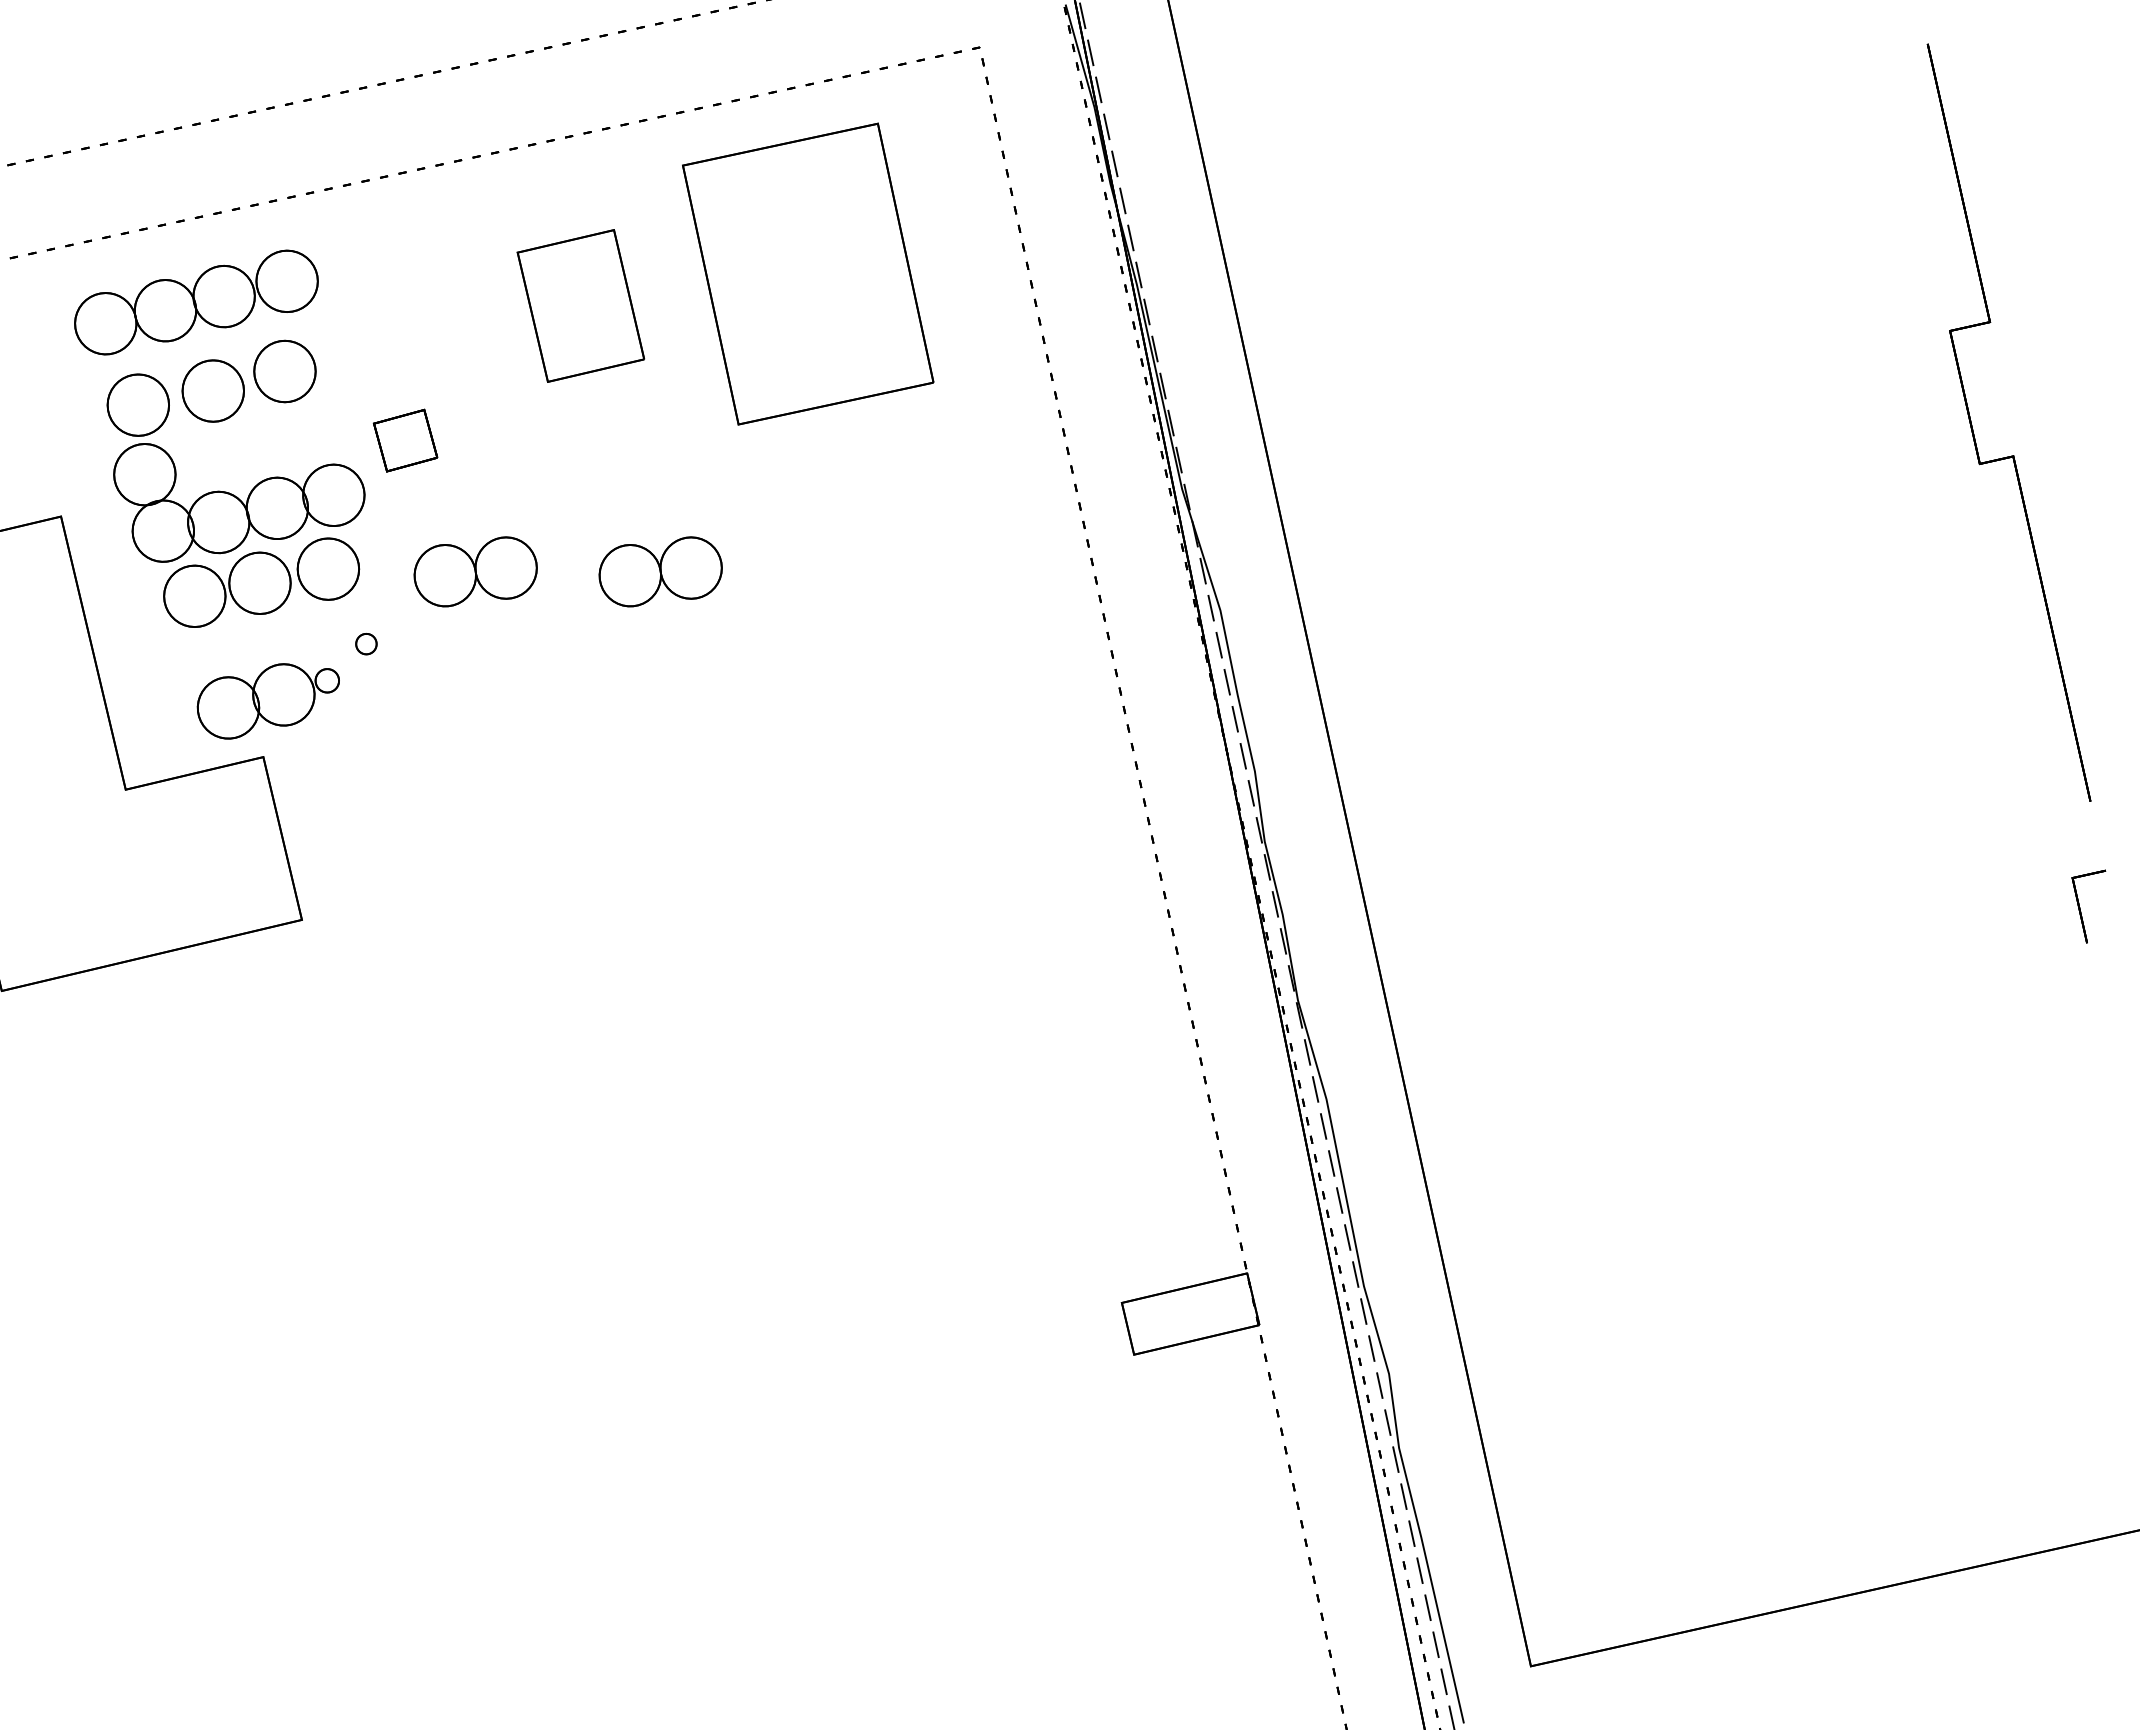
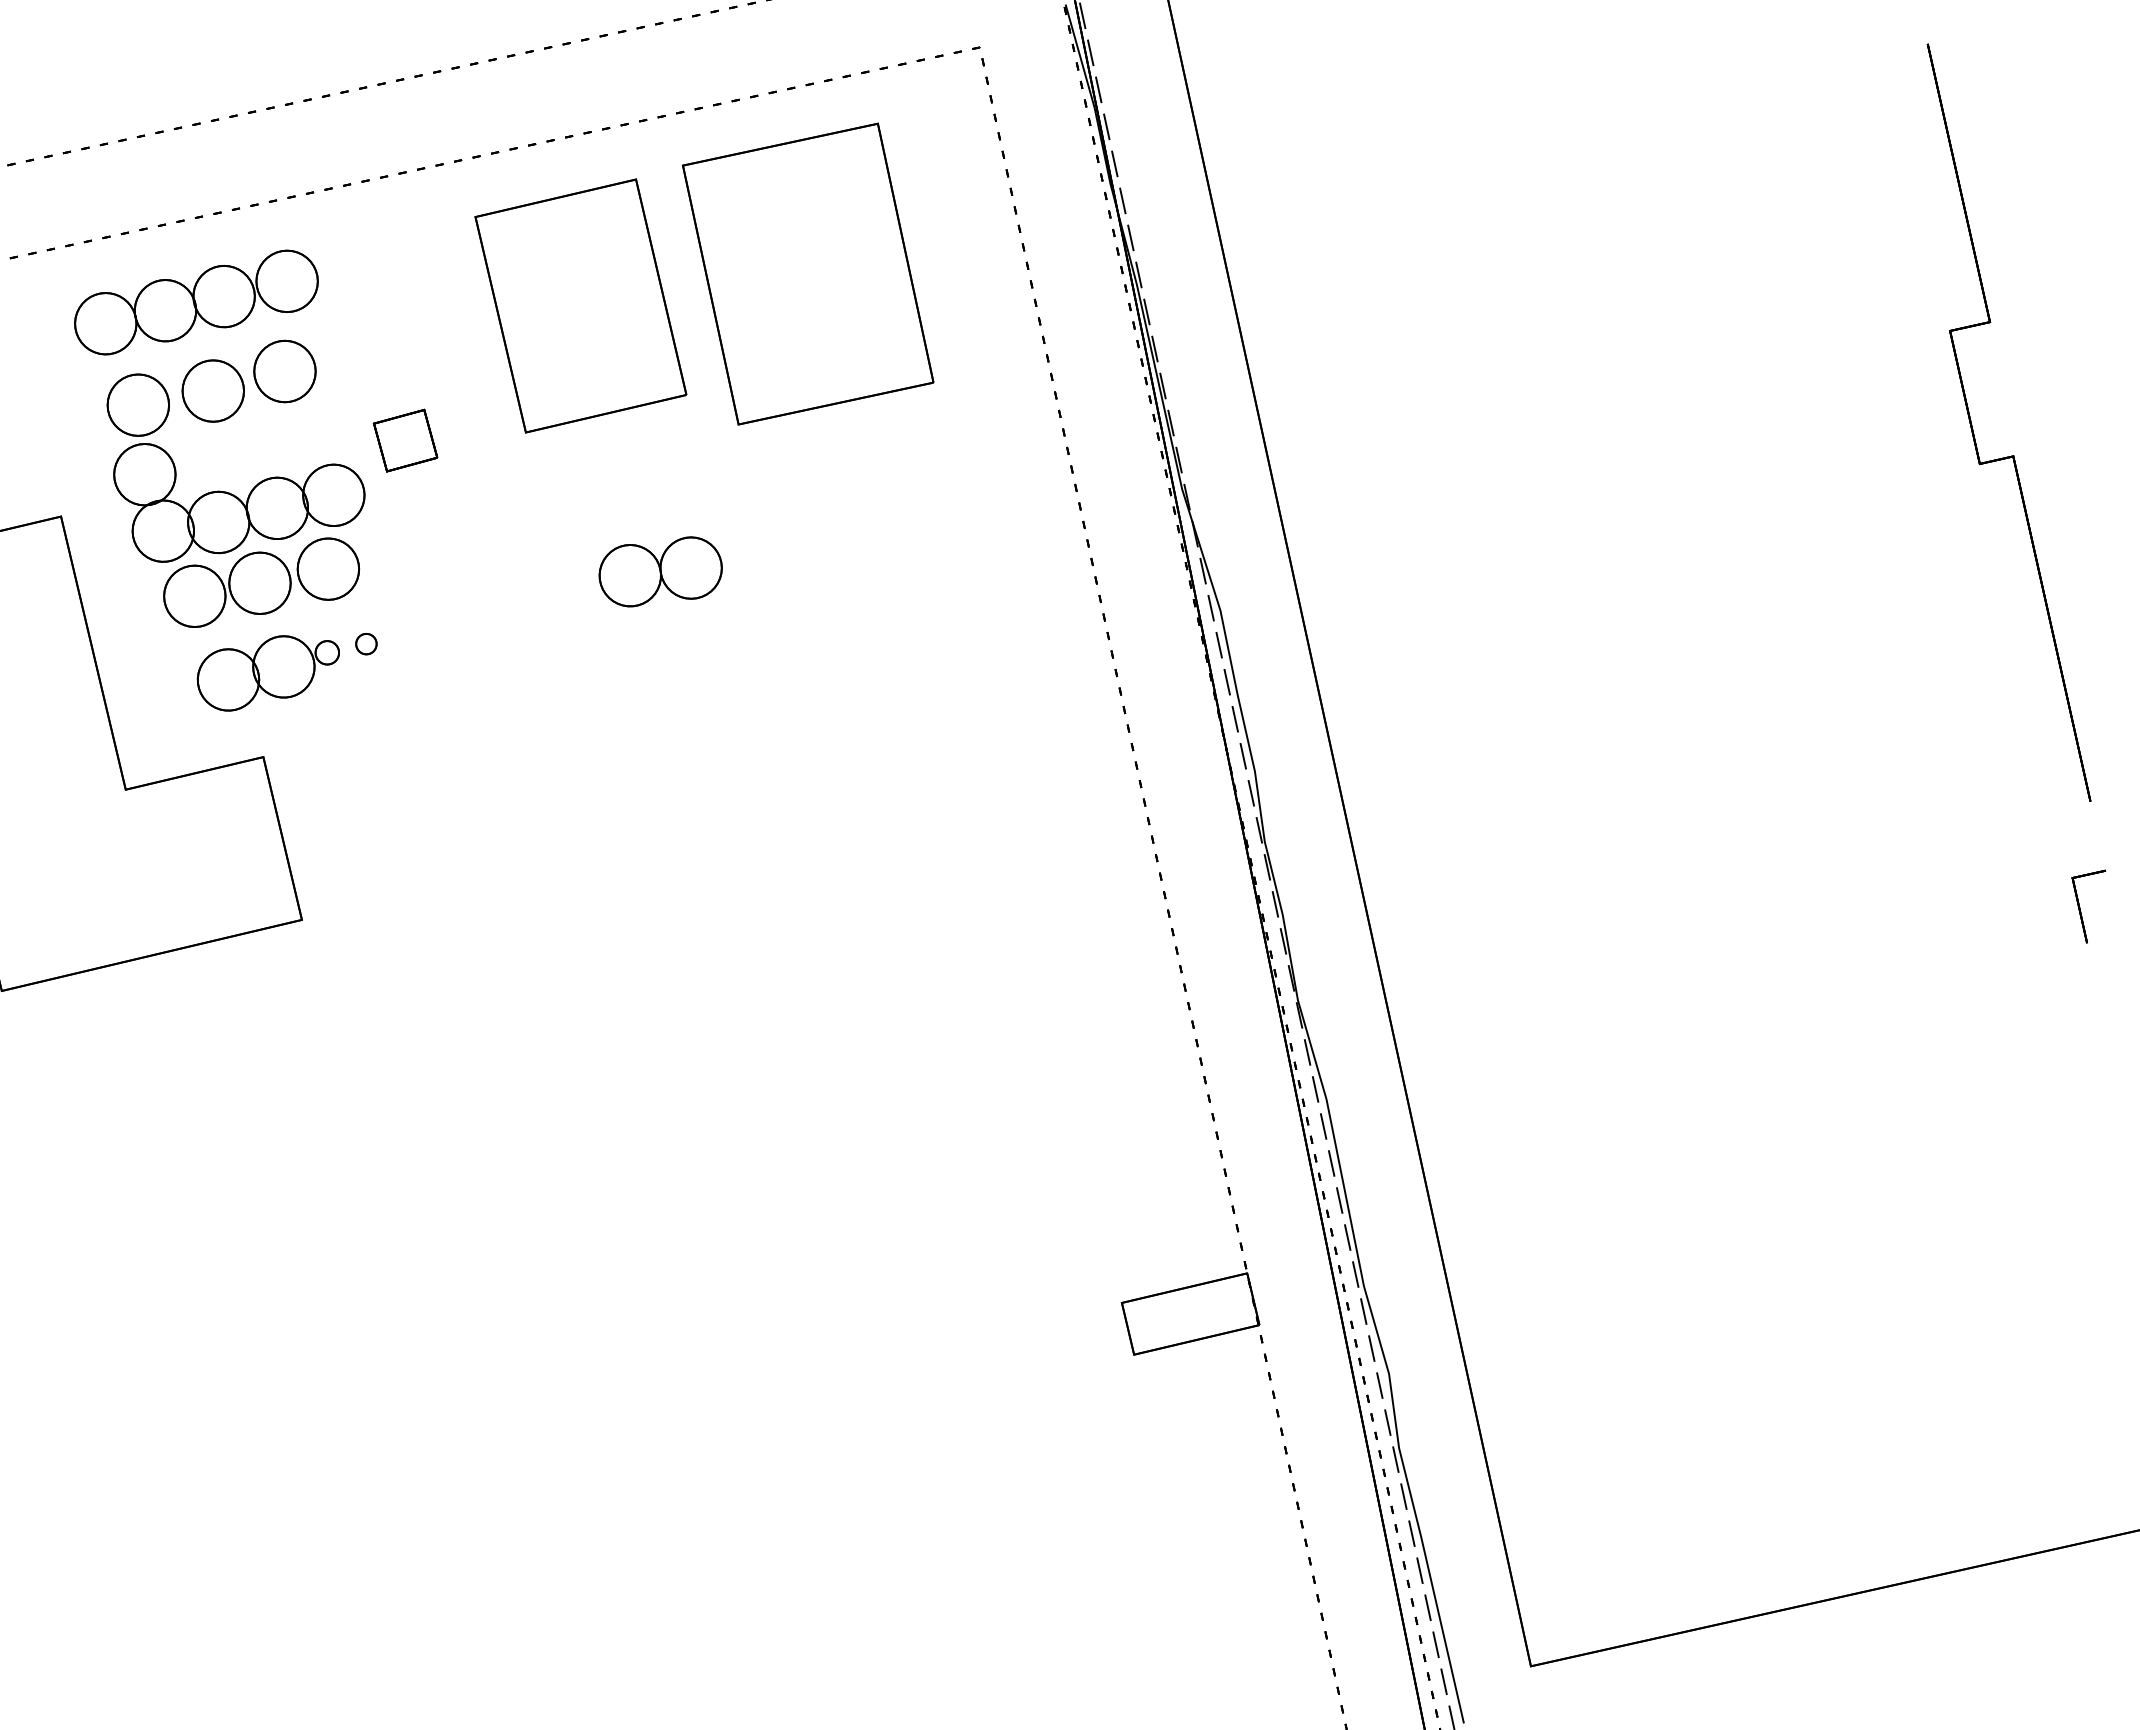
part at (580, 305) size: 130x154 px -> 214x256 px
part at (475, 571): present -> none
part at (267, 701) position: (267, 701) -> (267, 673)
